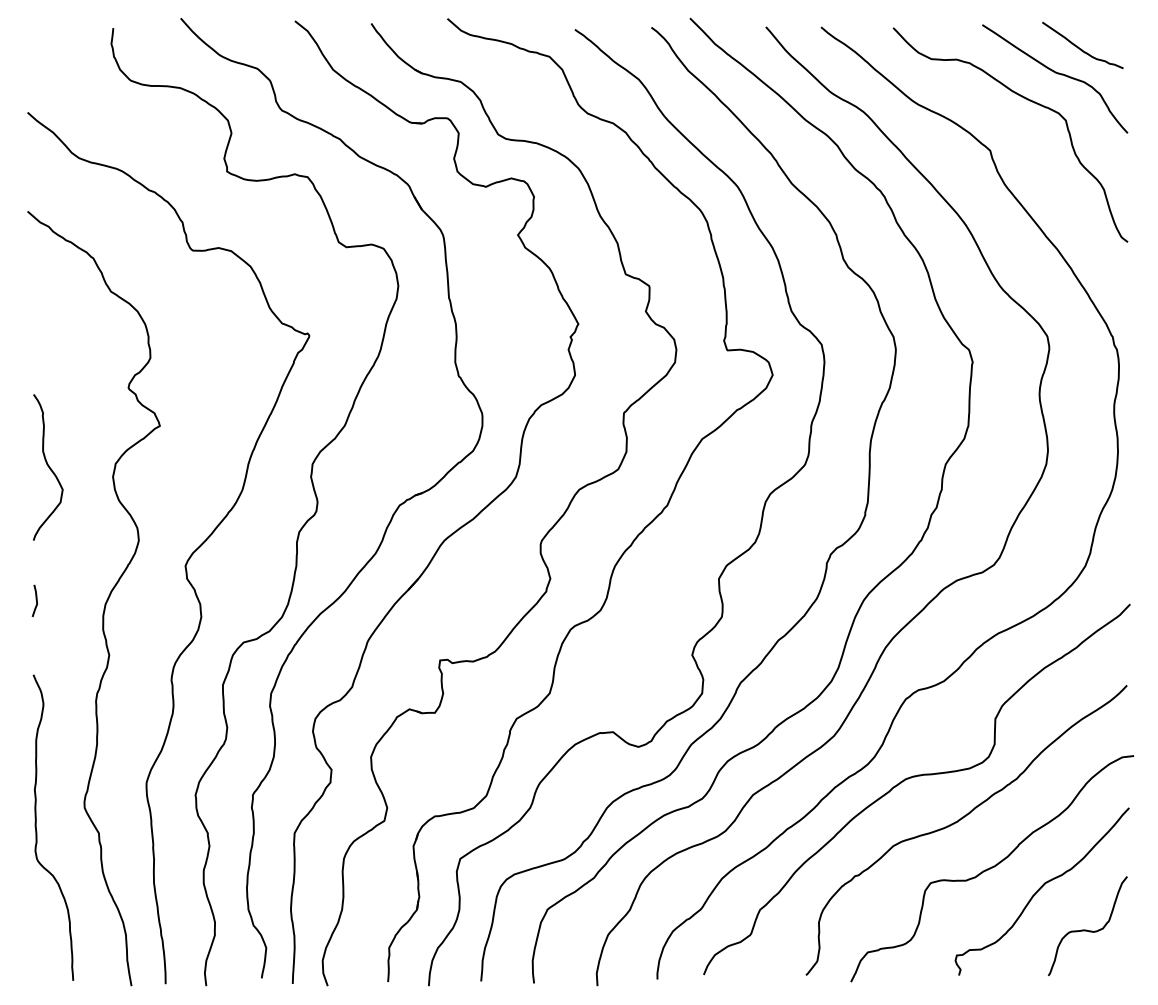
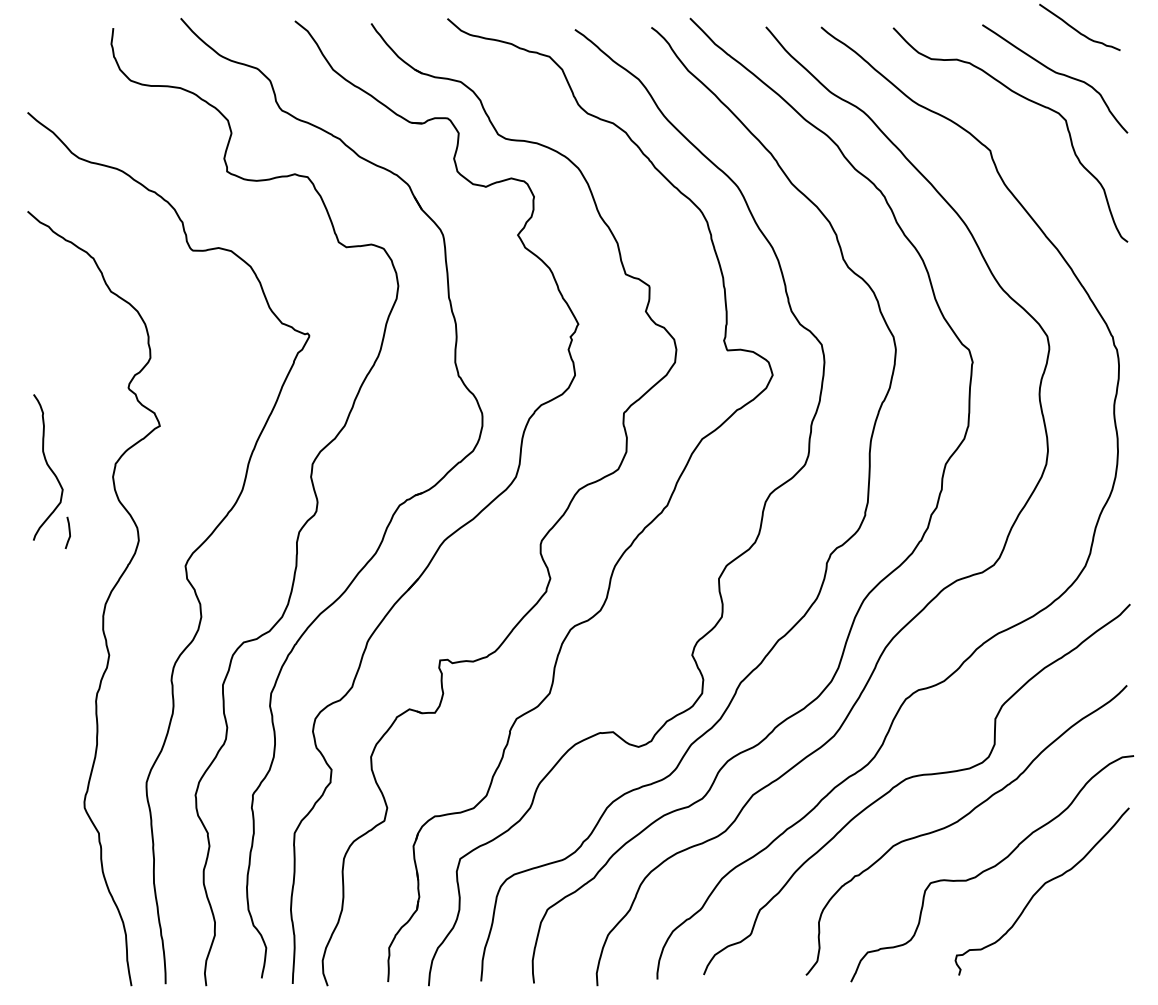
curve at (1081, 48) position: (1081, 48) -> (1078, 30)
curve at (35, 599) position: (35, 599) -> (68, 531)
curve at (37, 831): present -> none
curve at (1086, 929): present -> none
